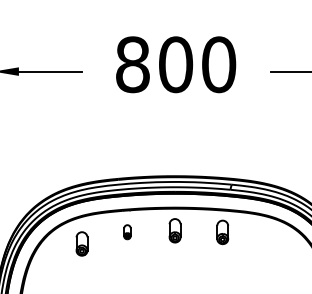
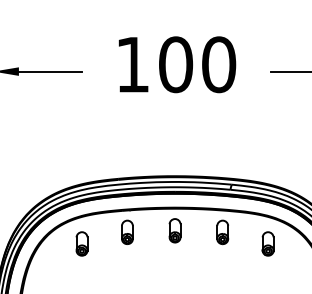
text at (132, 64): 800 -> 100
part at (127, 232) size: 9x17 px -> 13x26 px
part at (267, 243): none -> present
